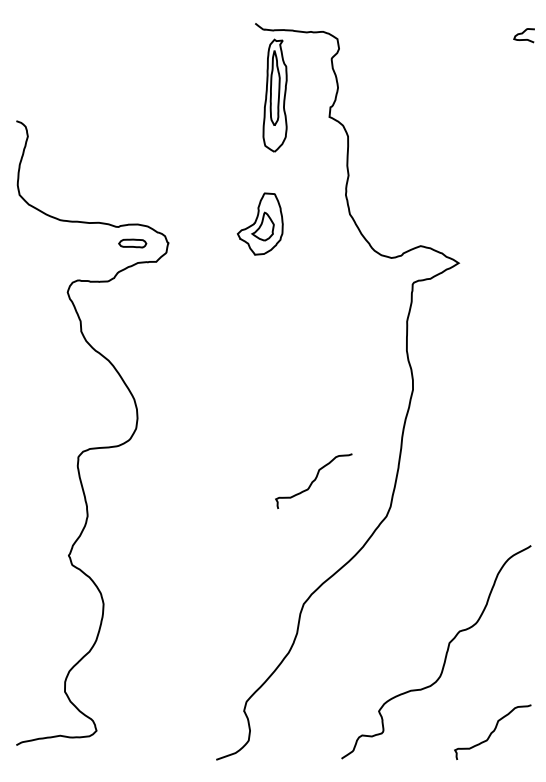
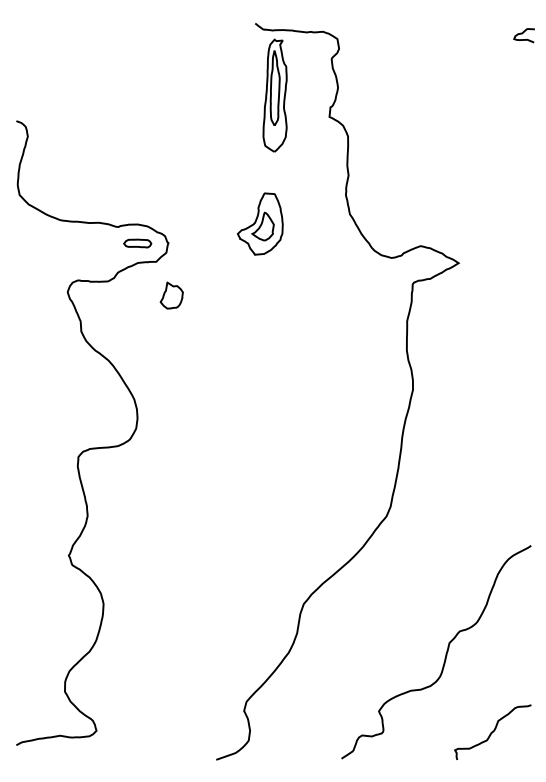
part at (132, 243) position: (132, 243) -> (137, 243)
part at (171, 295): none -> present
curve at (313, 480): present -> none
